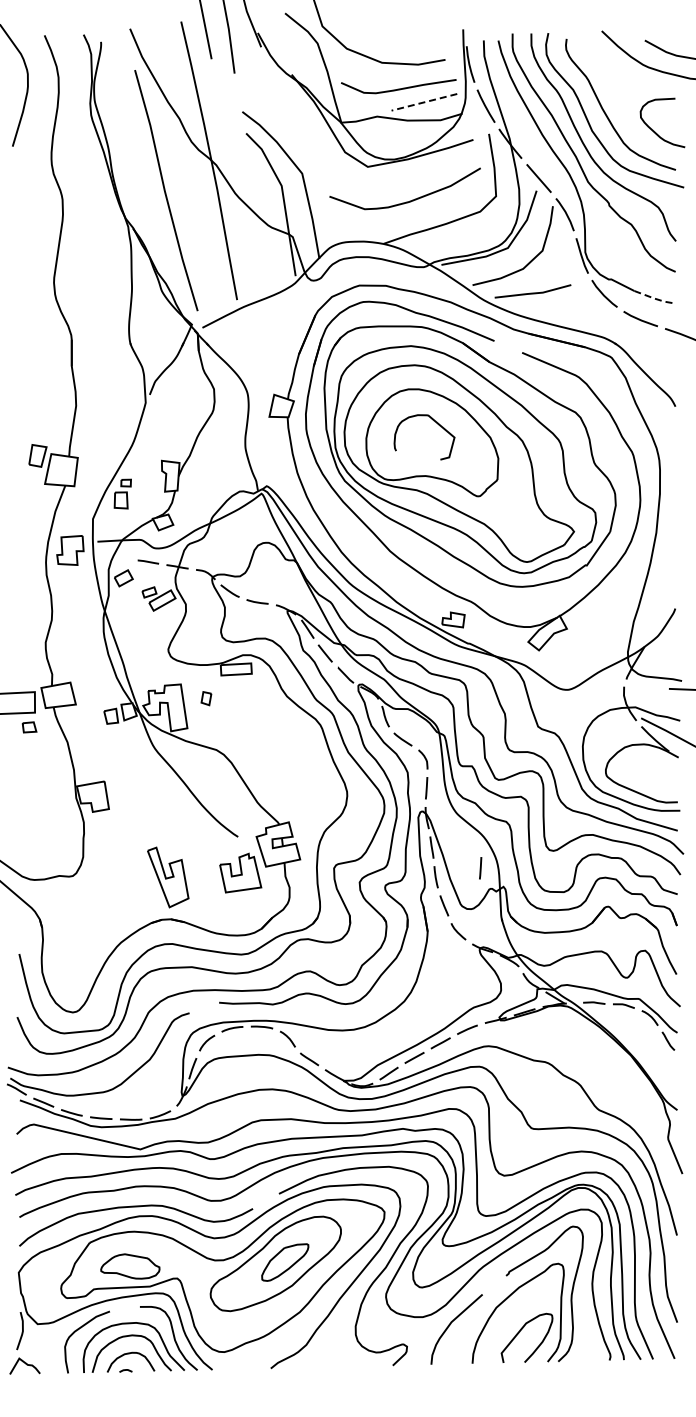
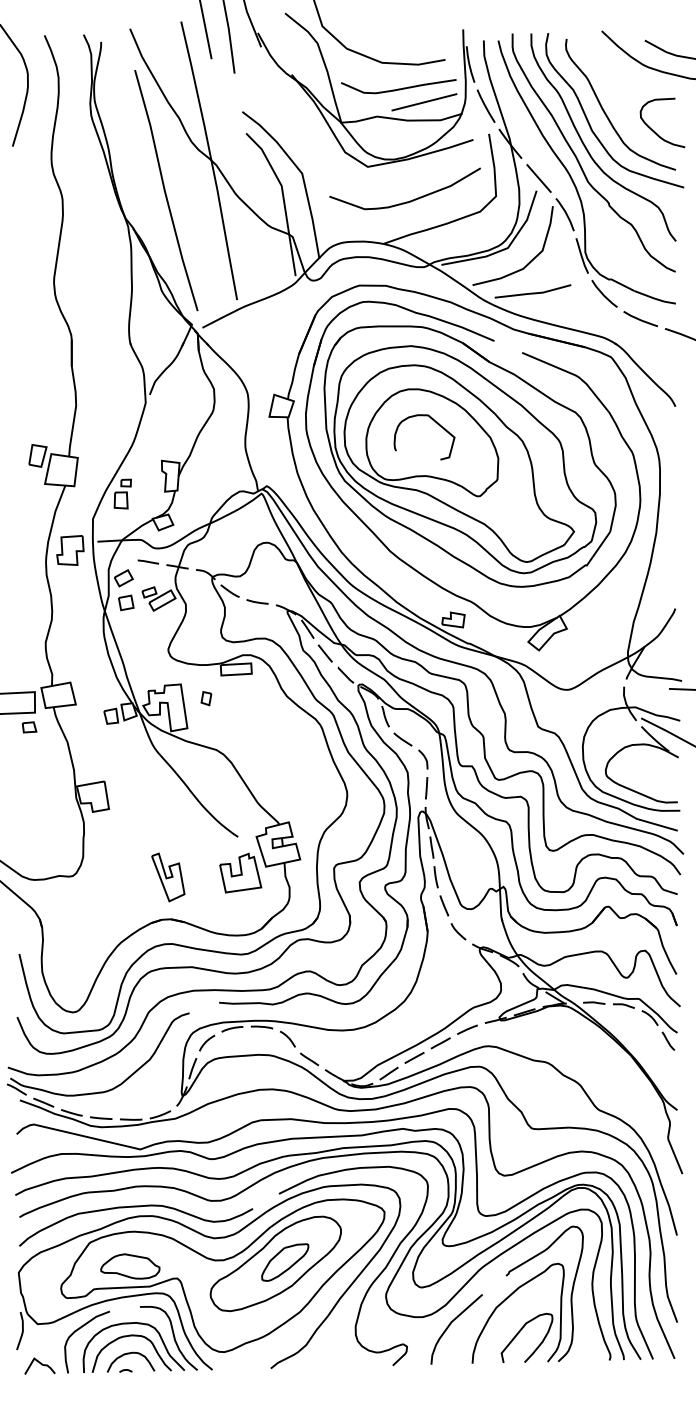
line at (424, 102): dashed -> solid
line at (655, 298): dashed -> solid
part at (126, 602): none -> present
line at (480, 868): present -> none
part at (168, 877) size: 43x63 px -> 35x51 px
part at (24, 1365) position: (24, 1365) -> (39, 1365)
